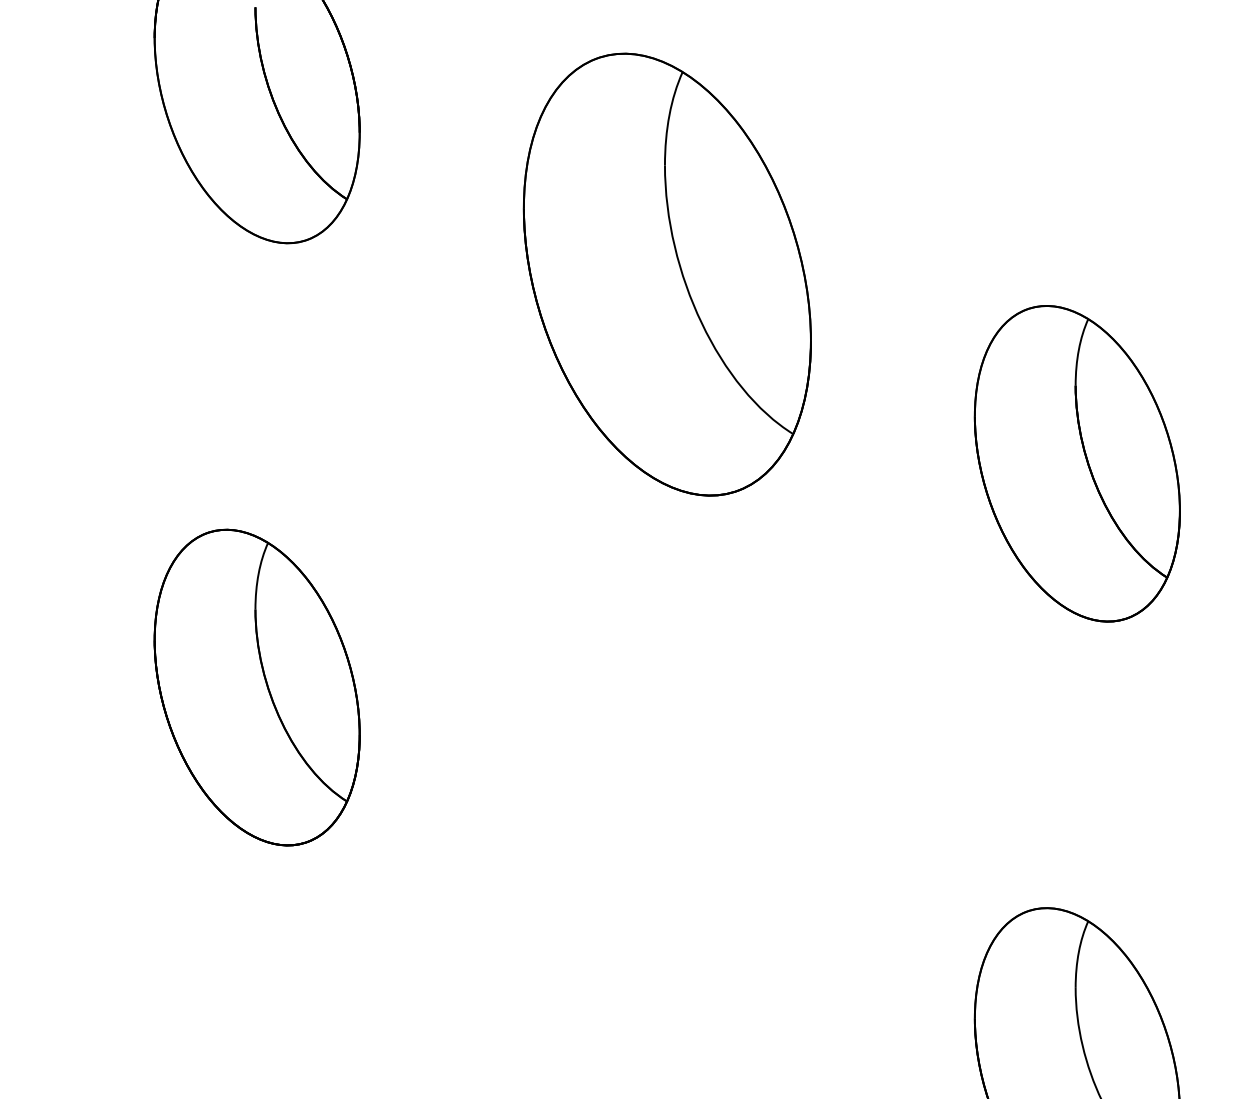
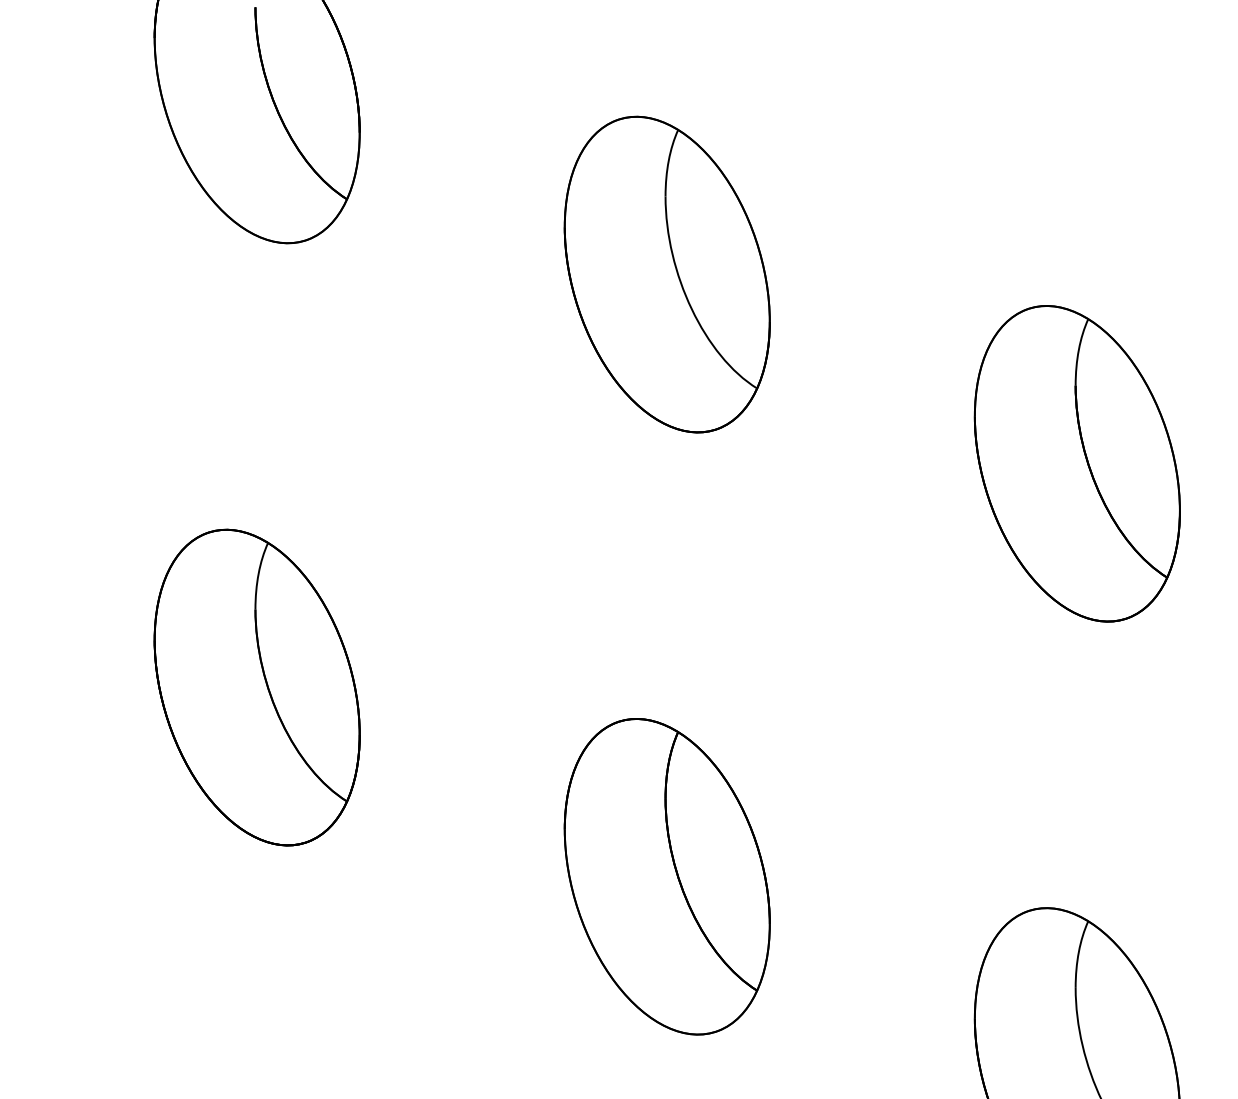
part at (666, 274) size: 290x445 px -> 208x319 px
part at (666, 876): none -> present
